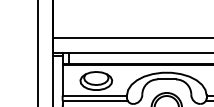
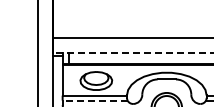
line at (133, 53): solid -> dashed
line at (95, 100): solid -> dashed
